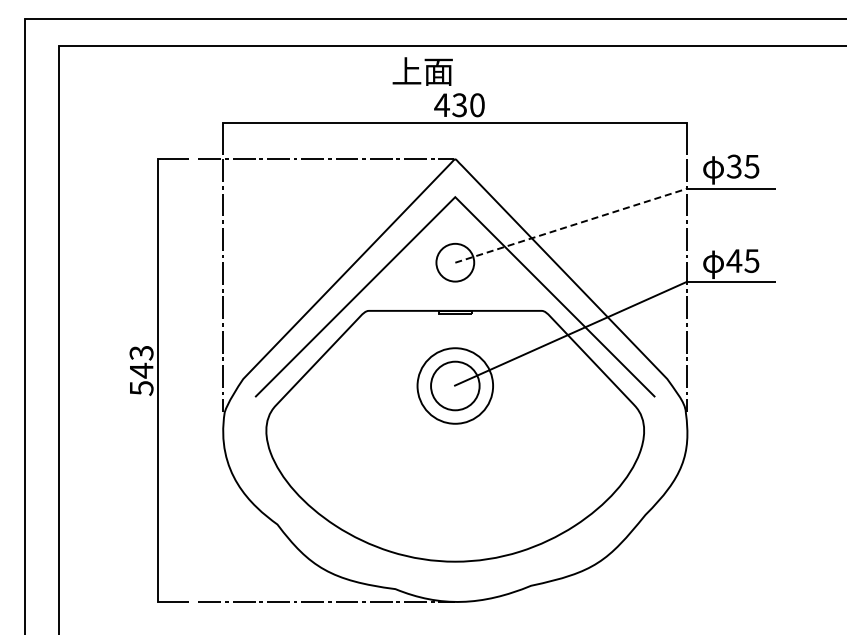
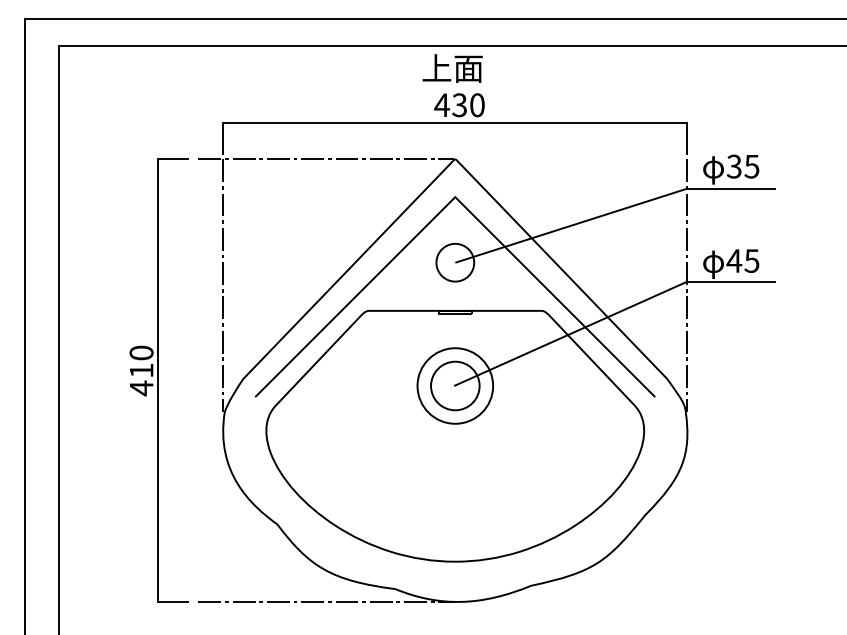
text at (422, 71) position: (422, 71) -> (452, 68)
line at (571, 225): dashed -> solid
text at (141, 370): 543 -> 410
